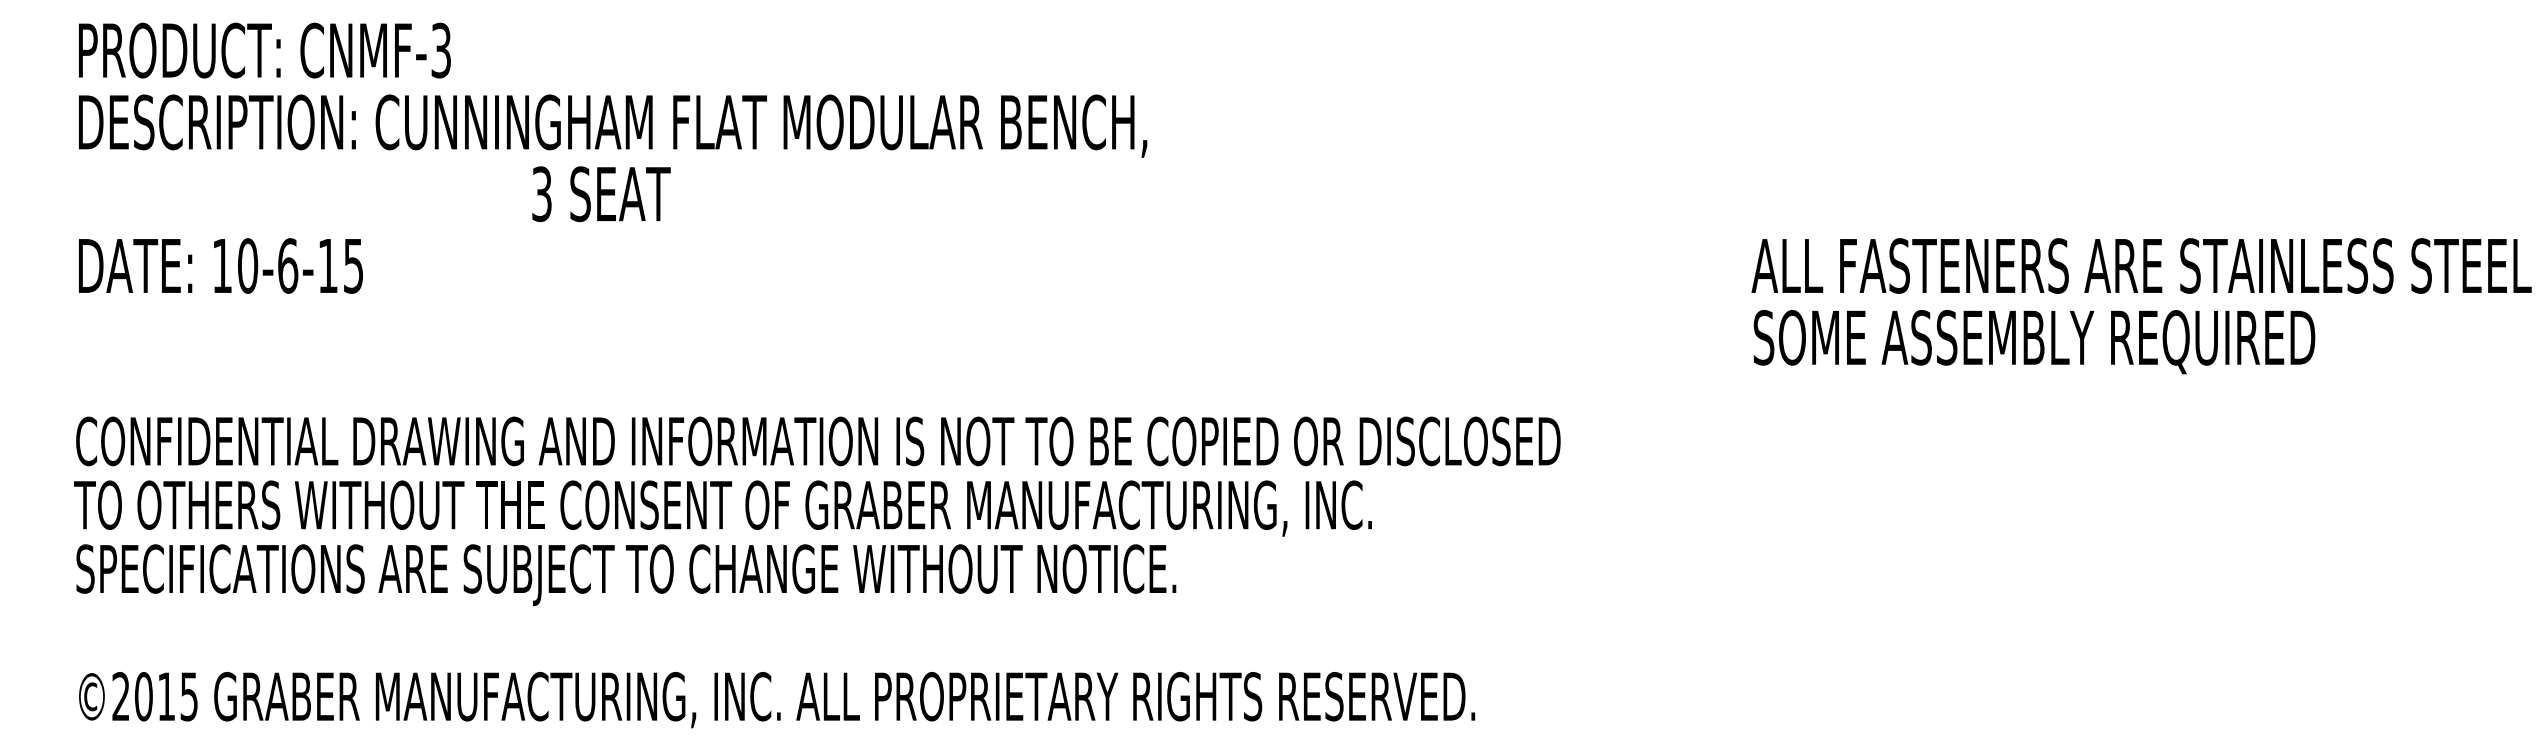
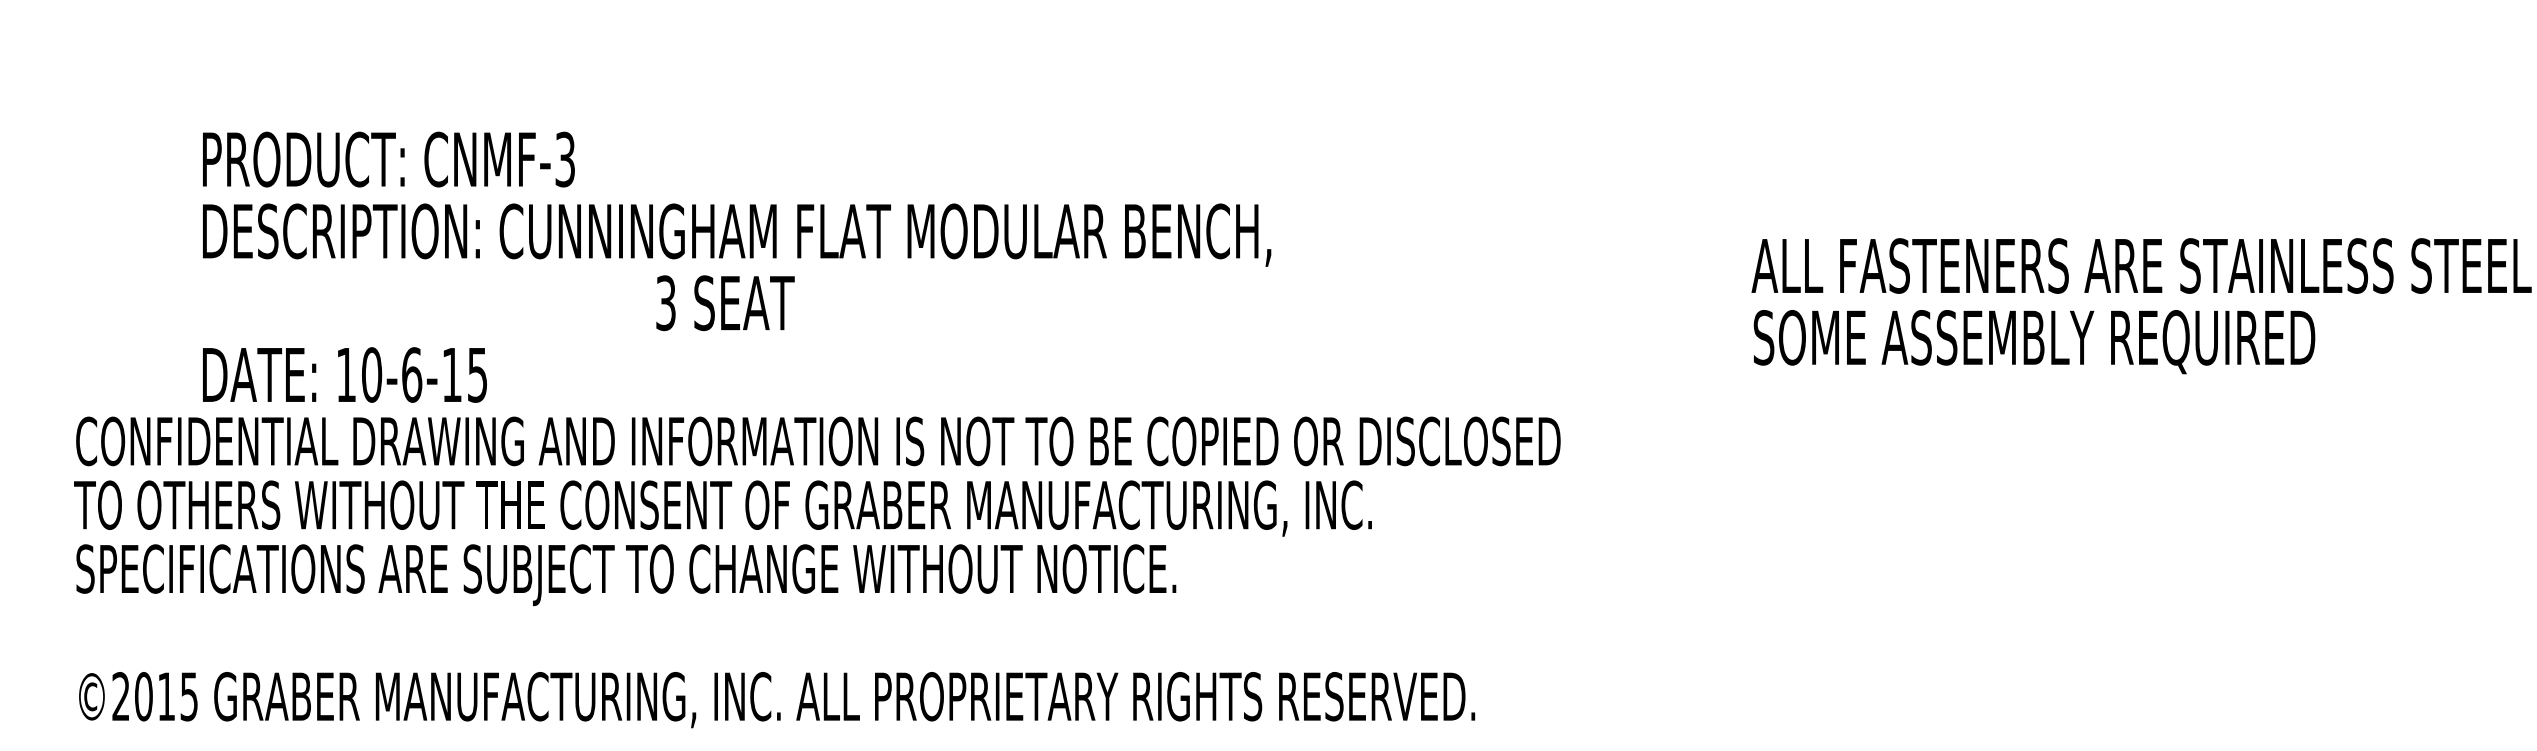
text at (613, 157) position: (613, 157) -> (737, 266)
